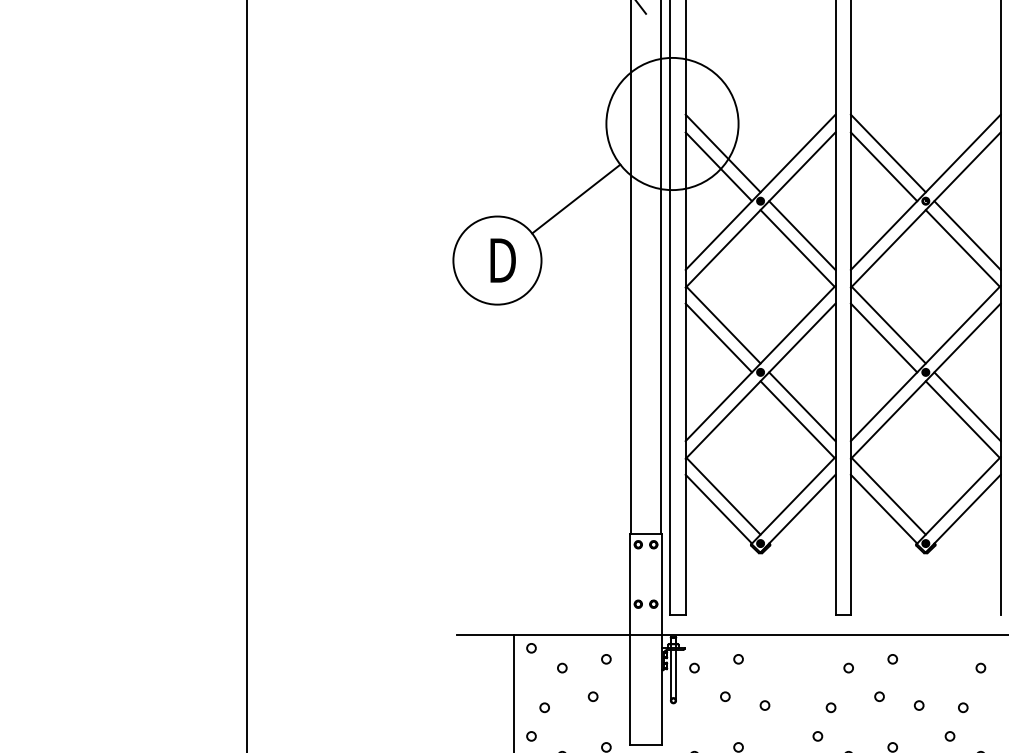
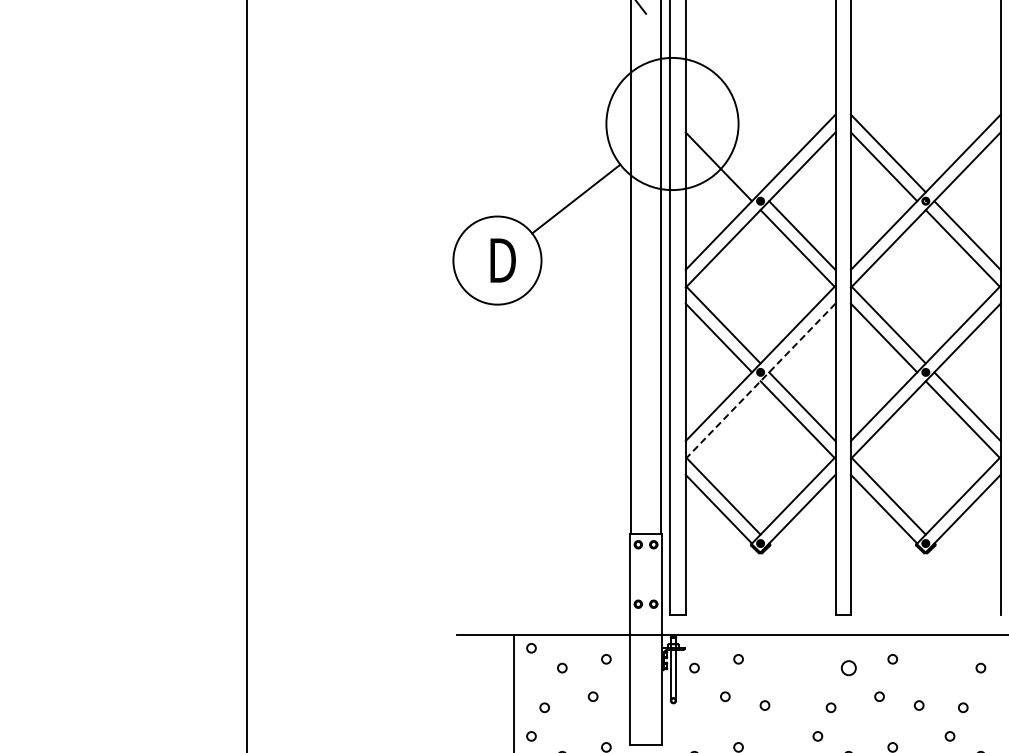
line at (722, 153): present -> none
line at (760, 381): solid -> dashed
circle at (848, 667) size: 11x12 px -> 17x17 px
